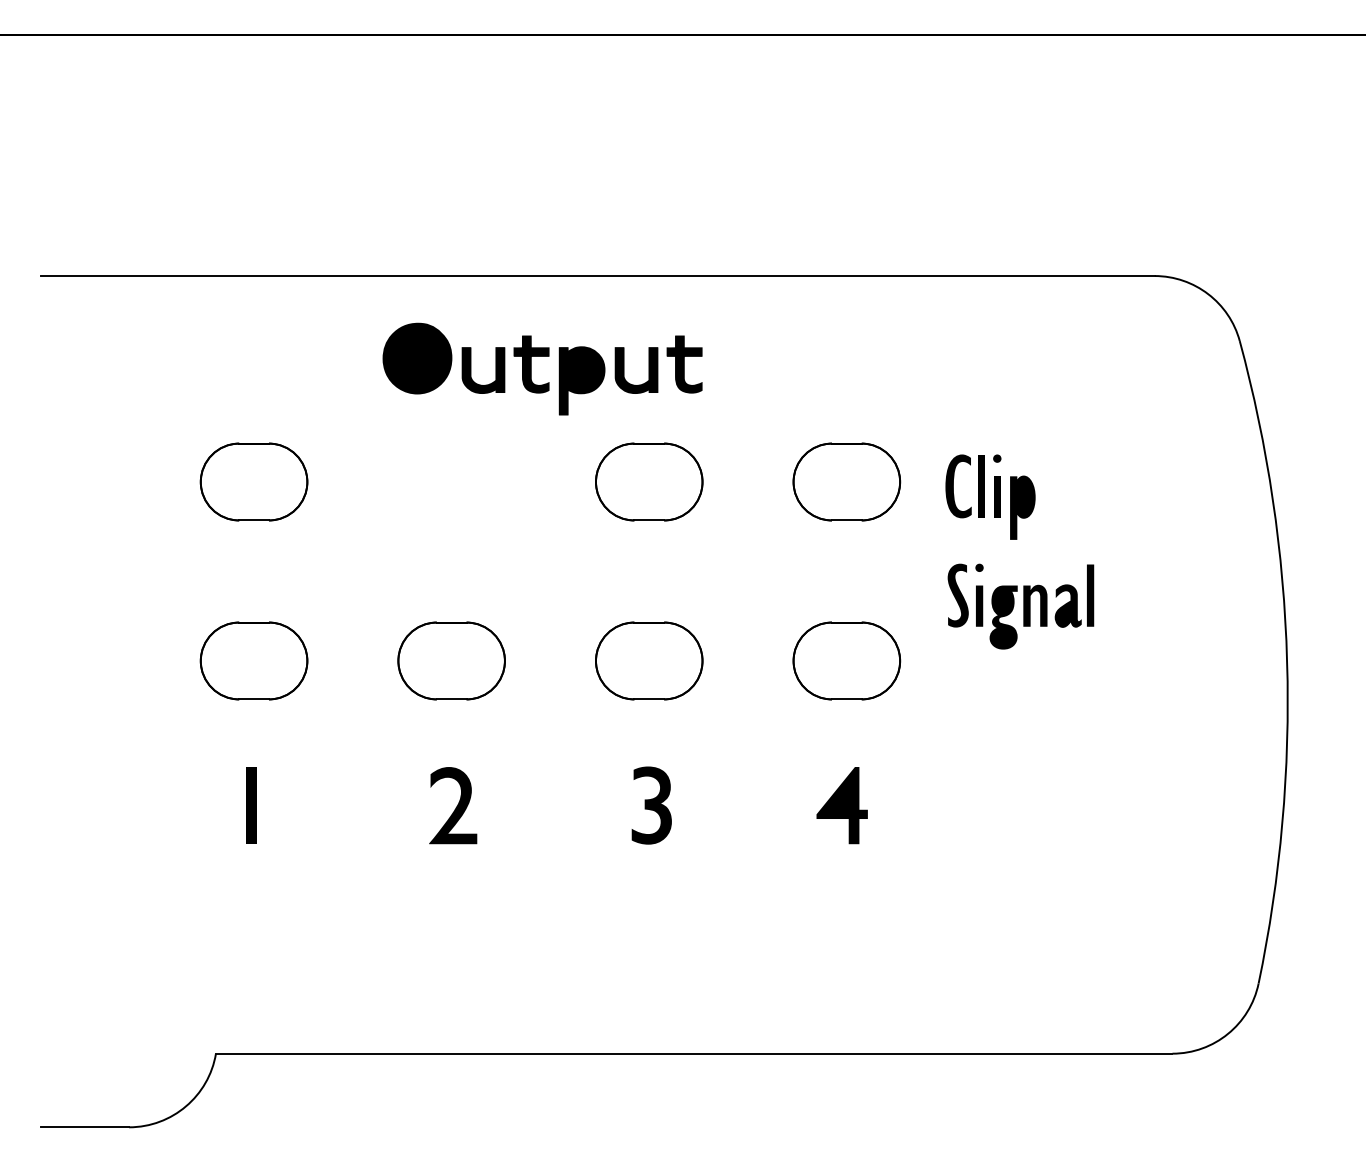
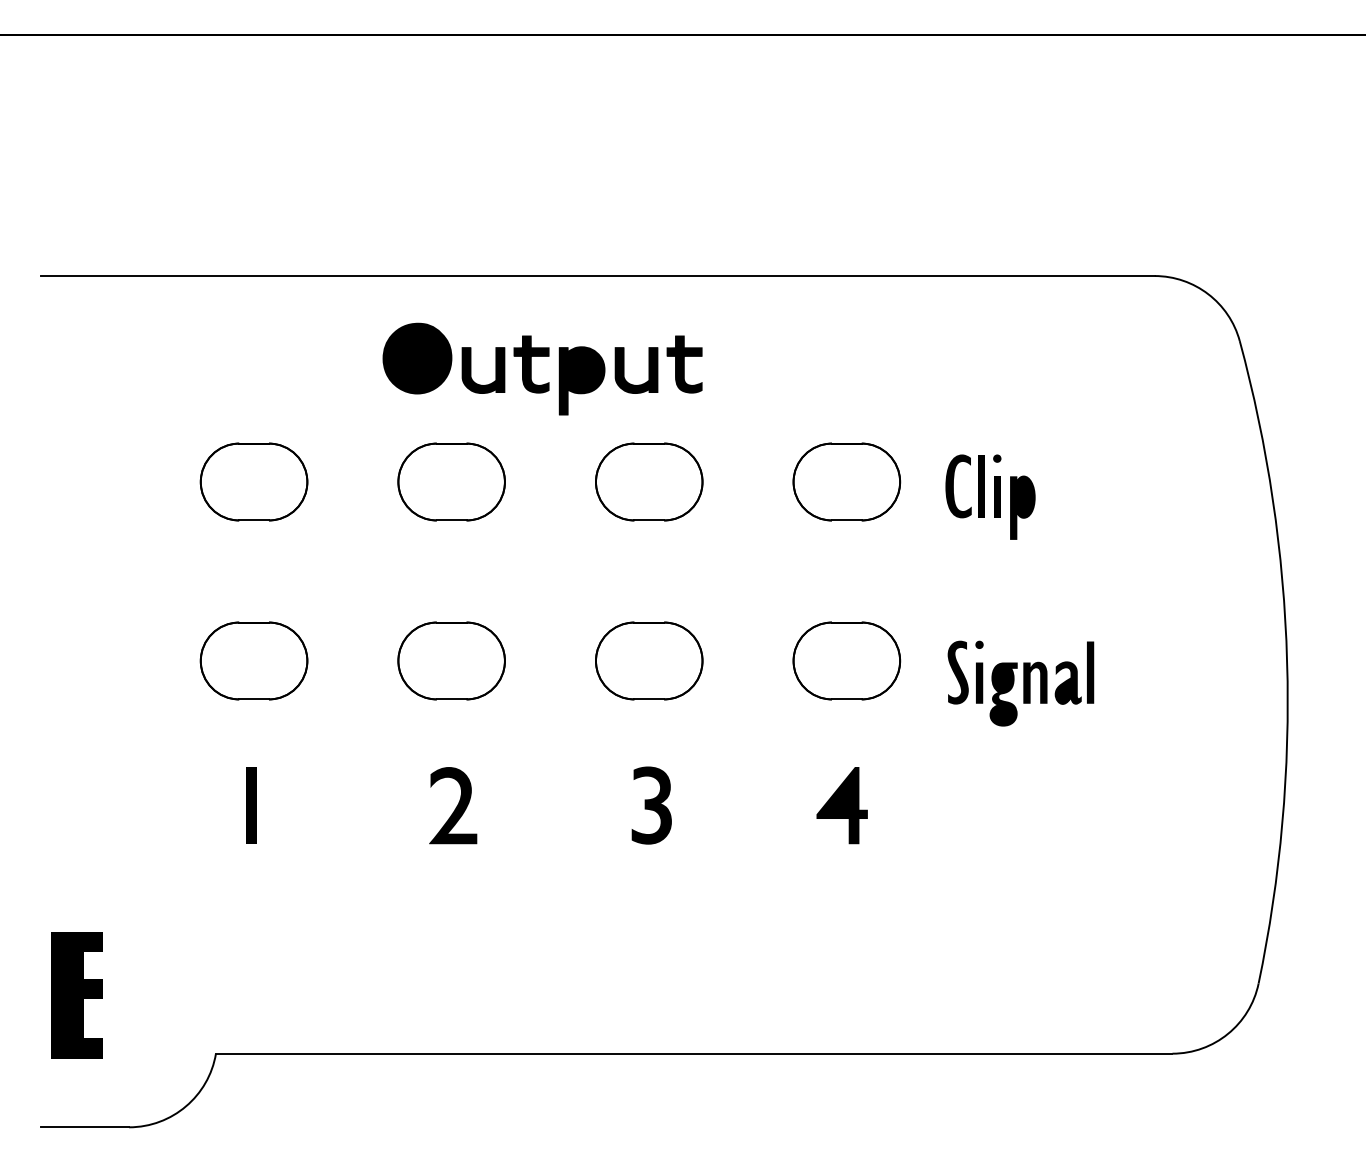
part at (451, 481): none -> present
part at (1020, 606) position: (1020, 606) -> (1020, 683)
part at (76, 995): none -> present
